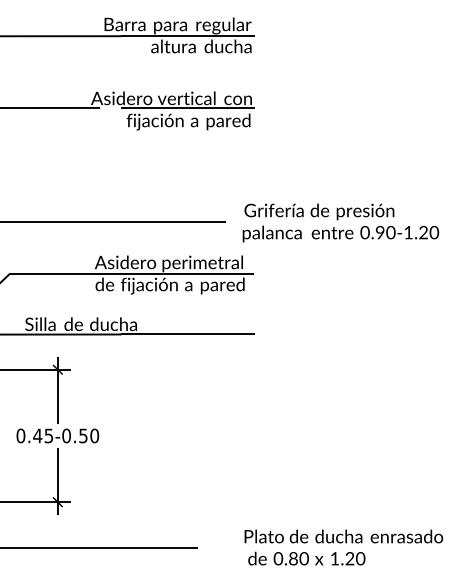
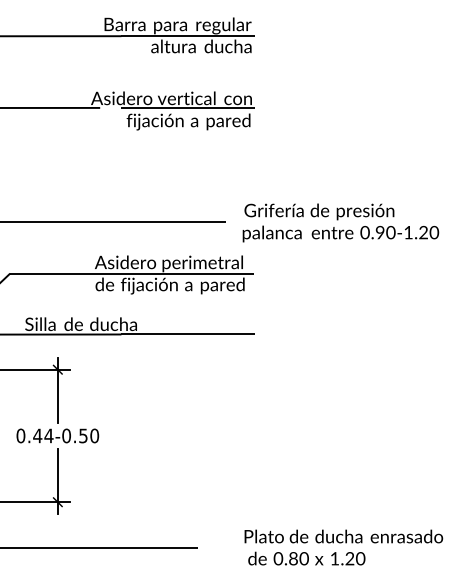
text at (48, 435): 0.45-0.50 -> 0.44-0.50
